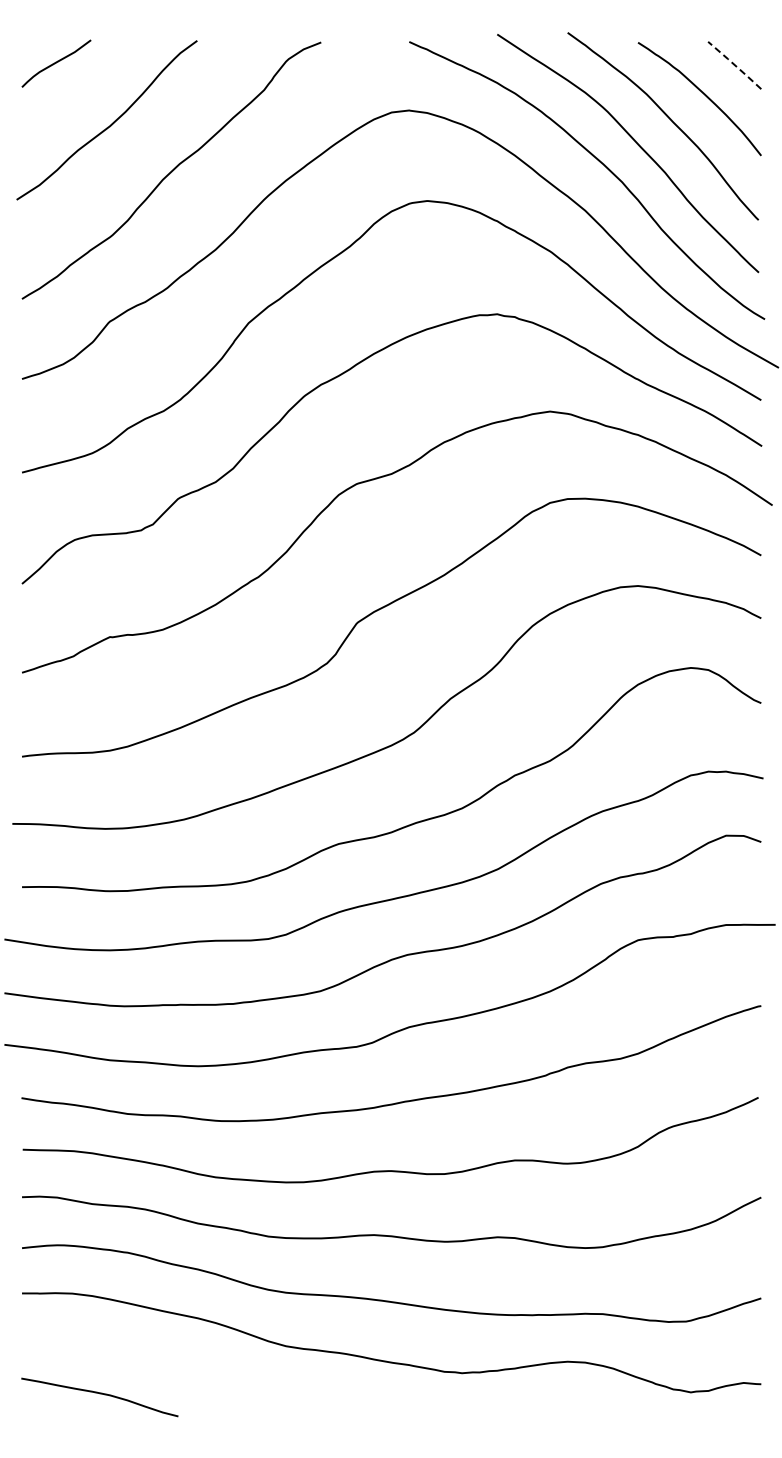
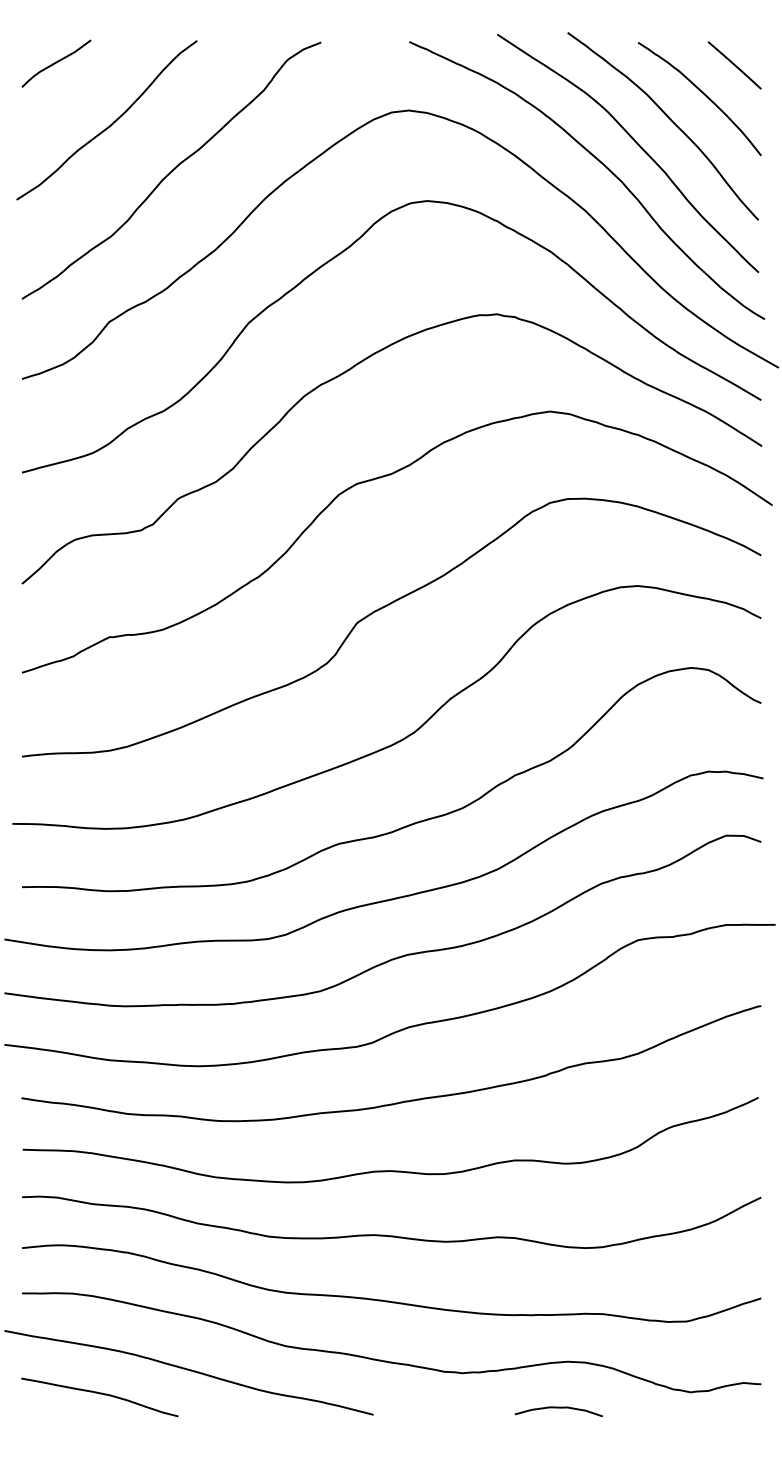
line at (734, 64): dashed -> solid
curve at (188, 1370): none -> present
curve at (558, 1408): none -> present
